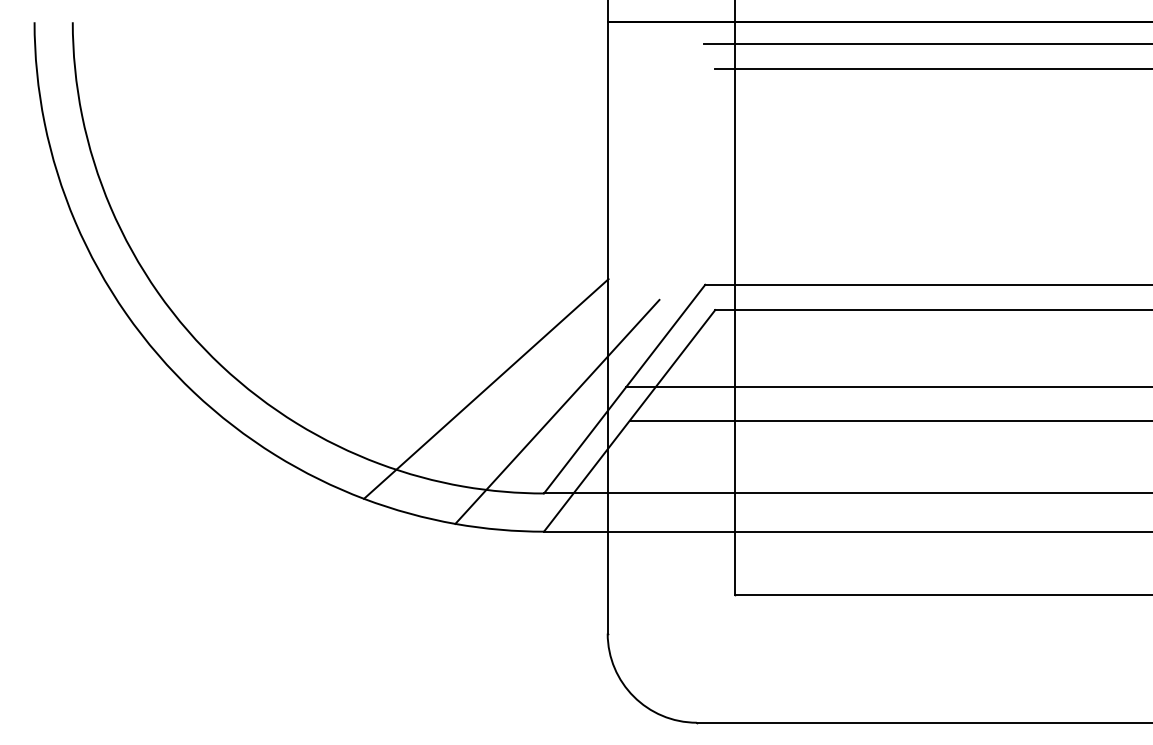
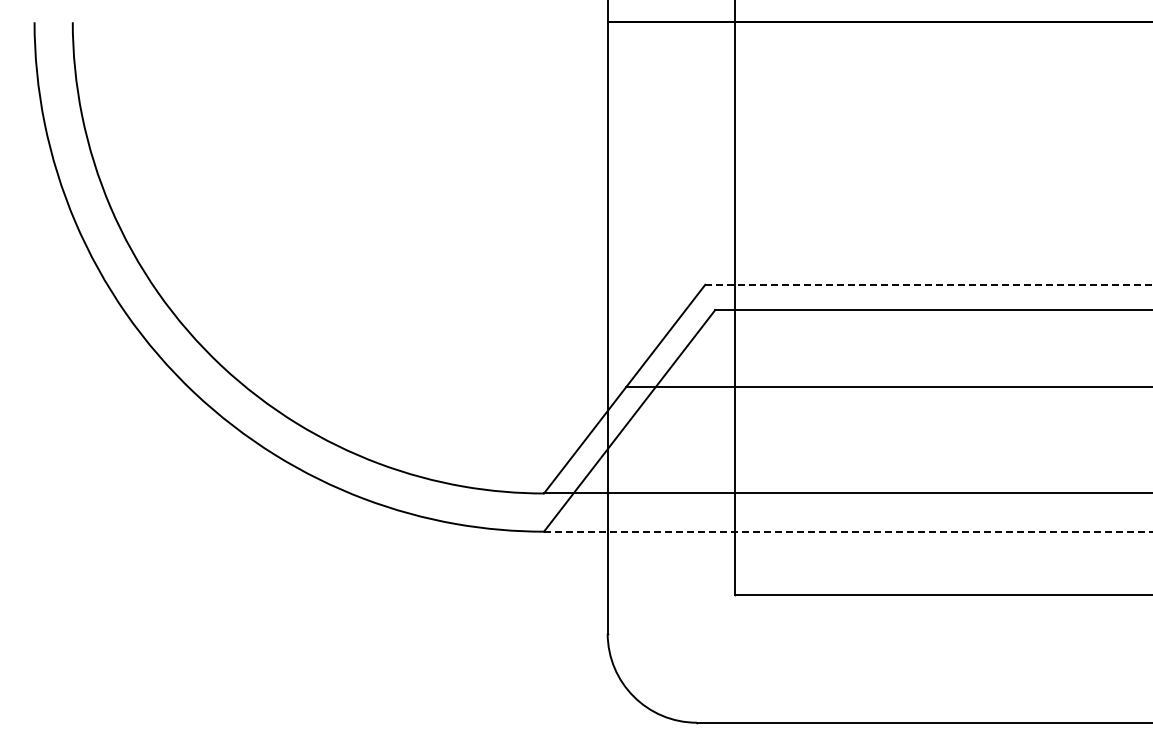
line at (926, 43): present -> none
line at (932, 68): present -> none
line at (929, 284): solid -> dashed
line at (486, 388): present -> none
line at (557, 411): present -> none
line at (889, 420): present -> none
line at (849, 531): solid -> dashed
